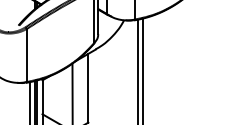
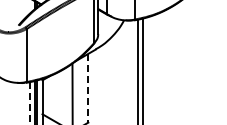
line at (88, 88): solid -> dashed
line at (29, 103): solid -> dashed
